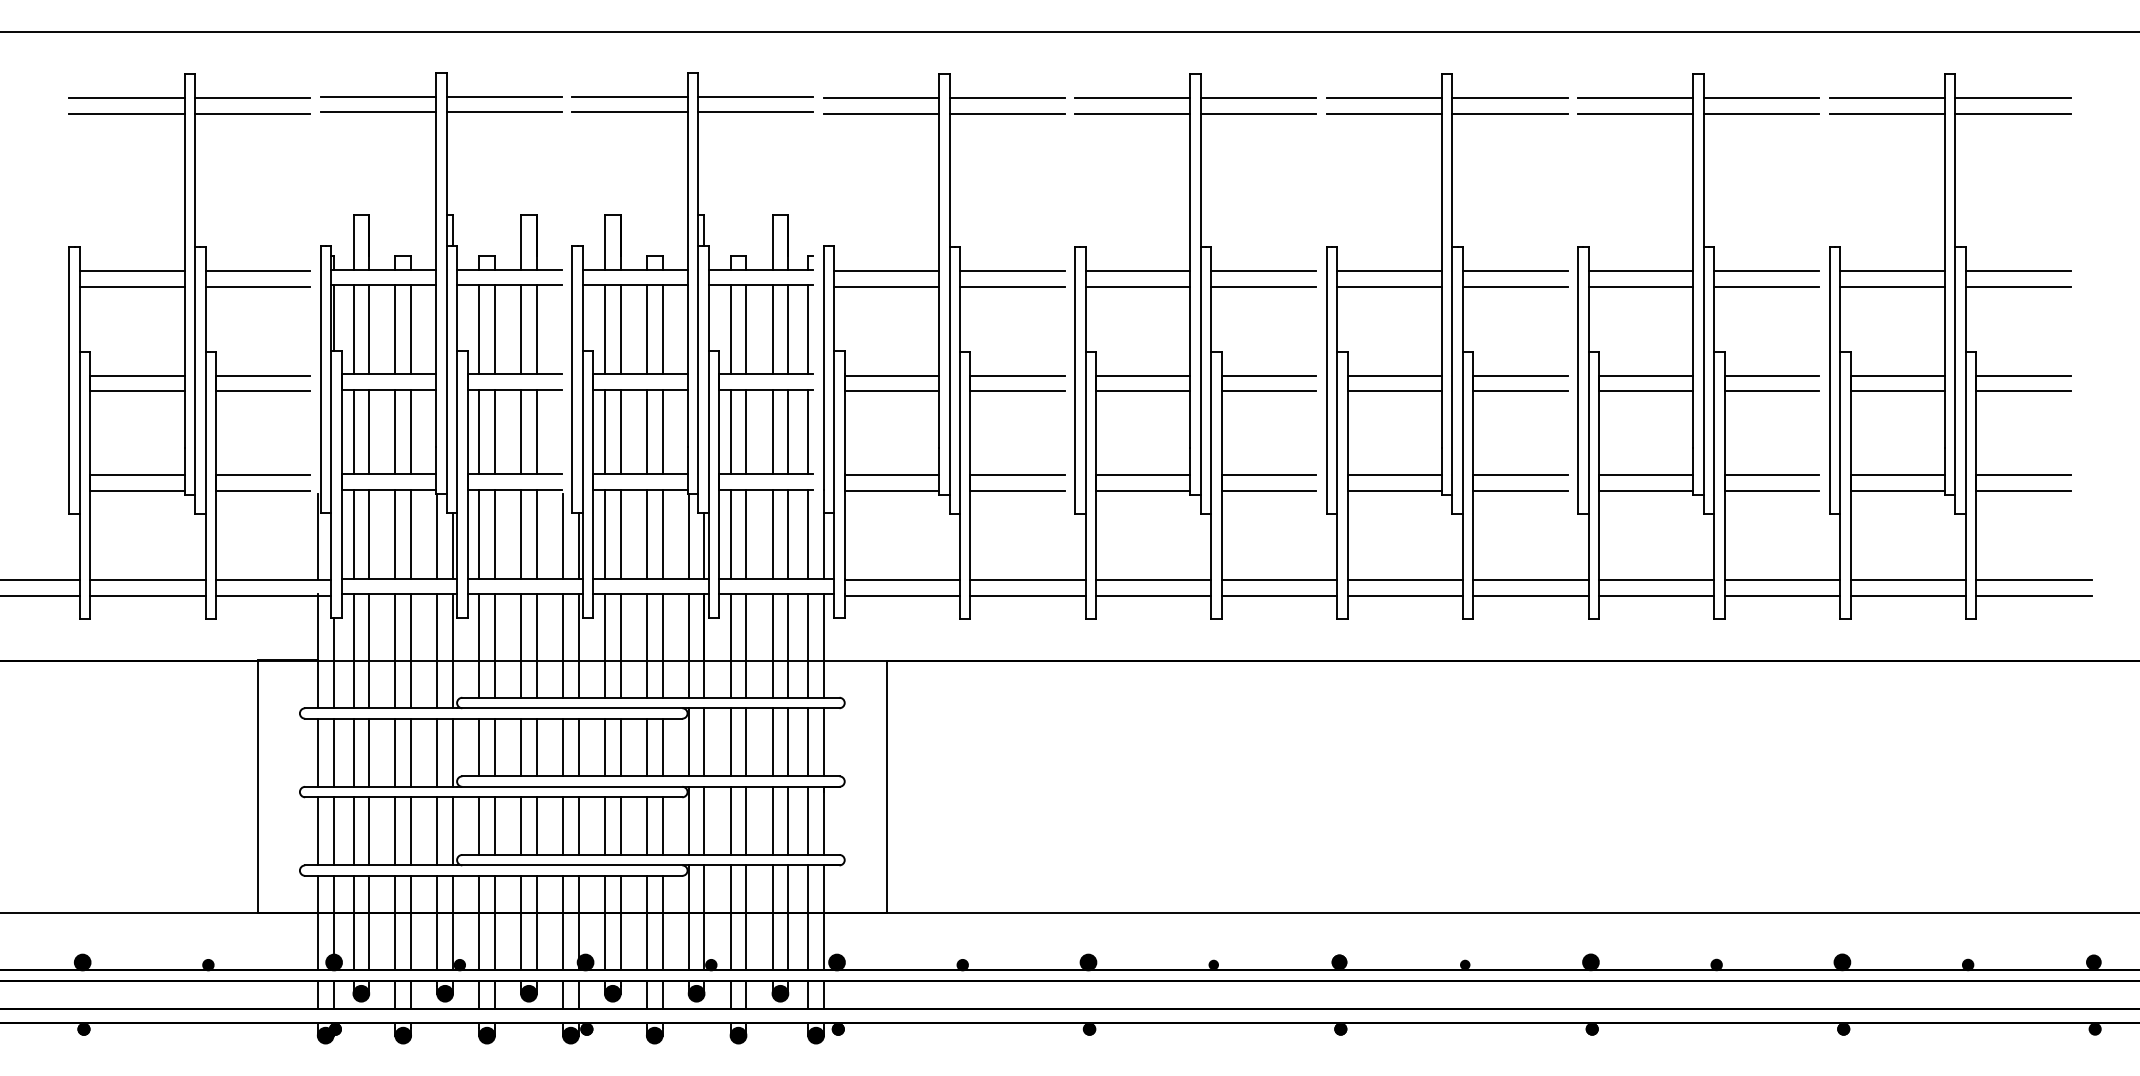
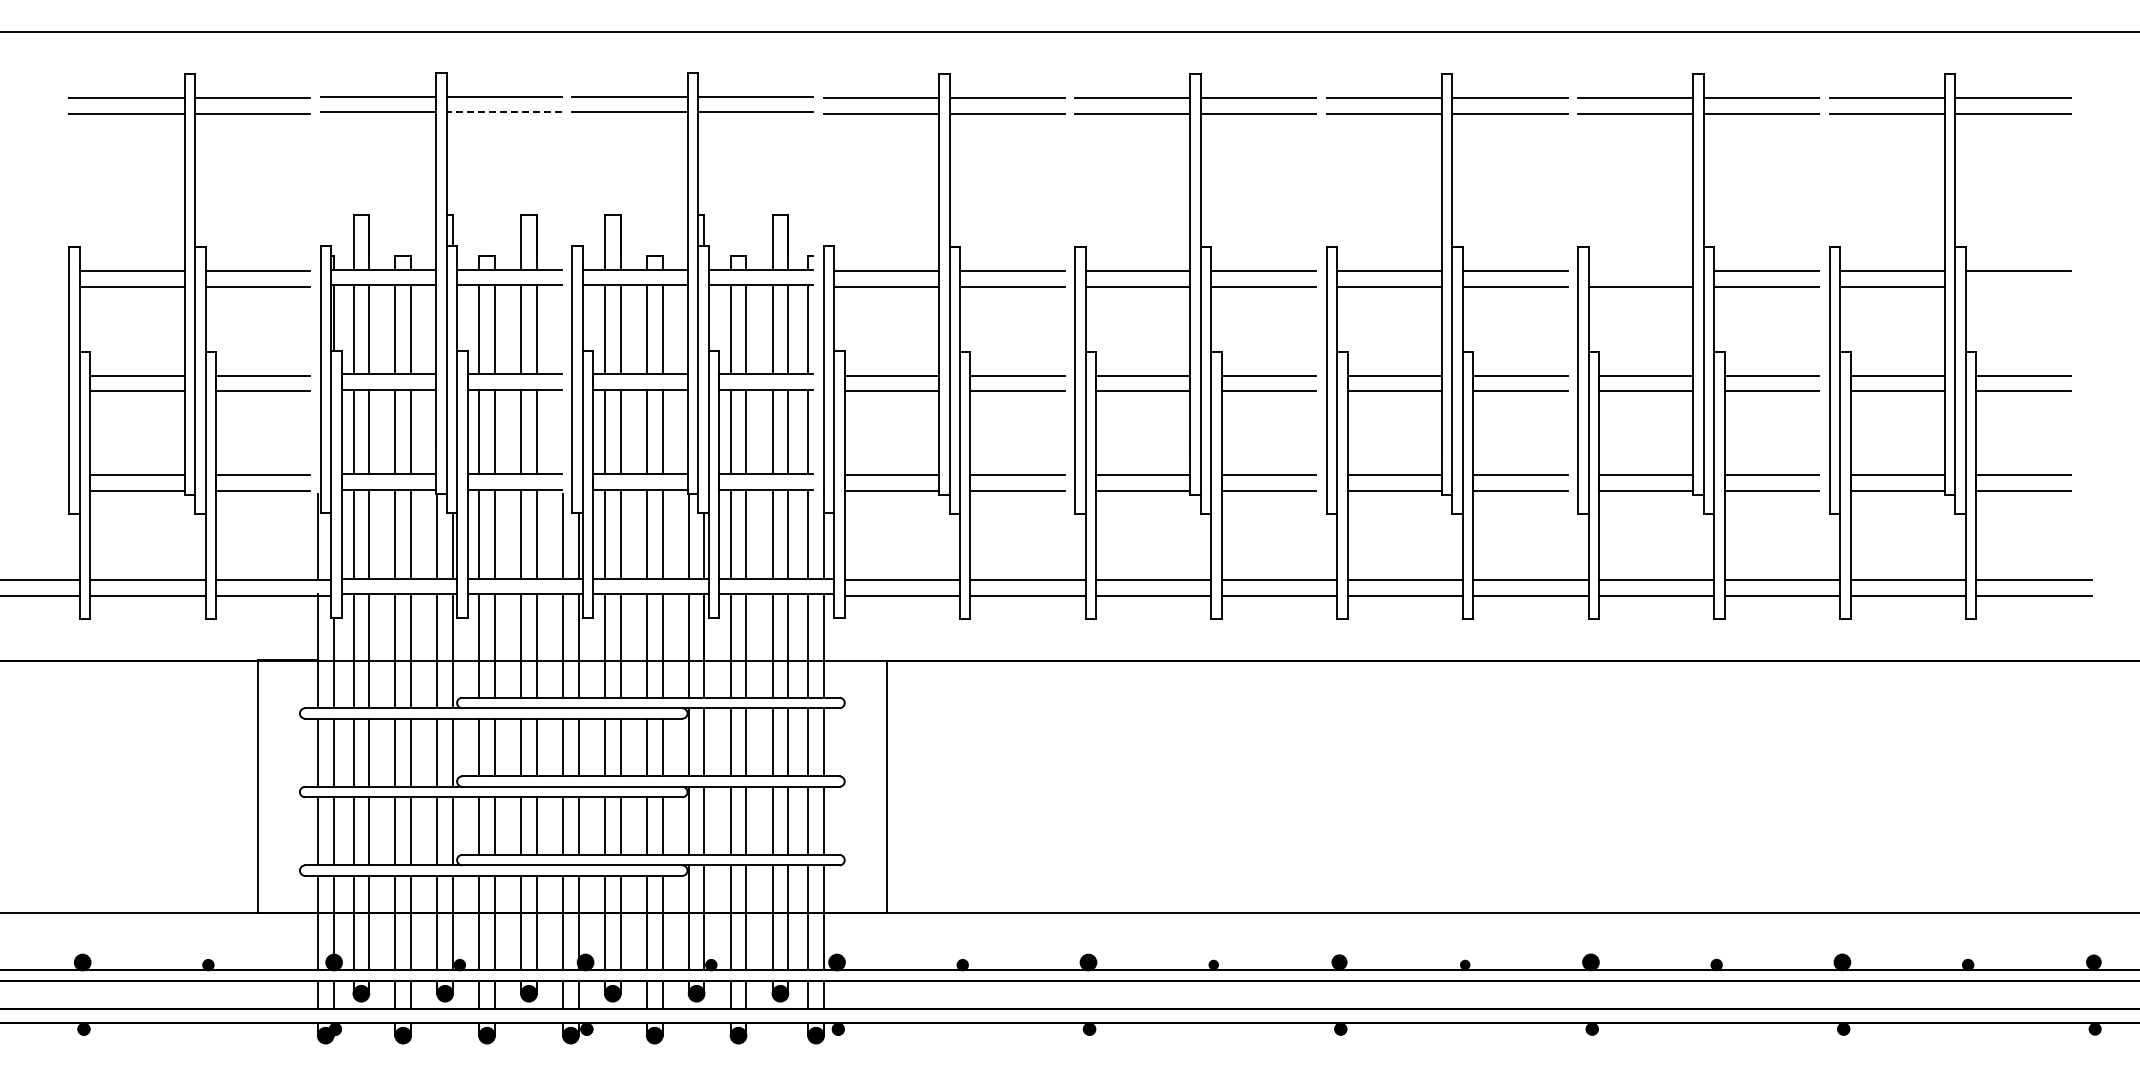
line at (504, 112): solid -> dashed
line at (1640, 270): present -> none
line at (2017, 286): present -> none
